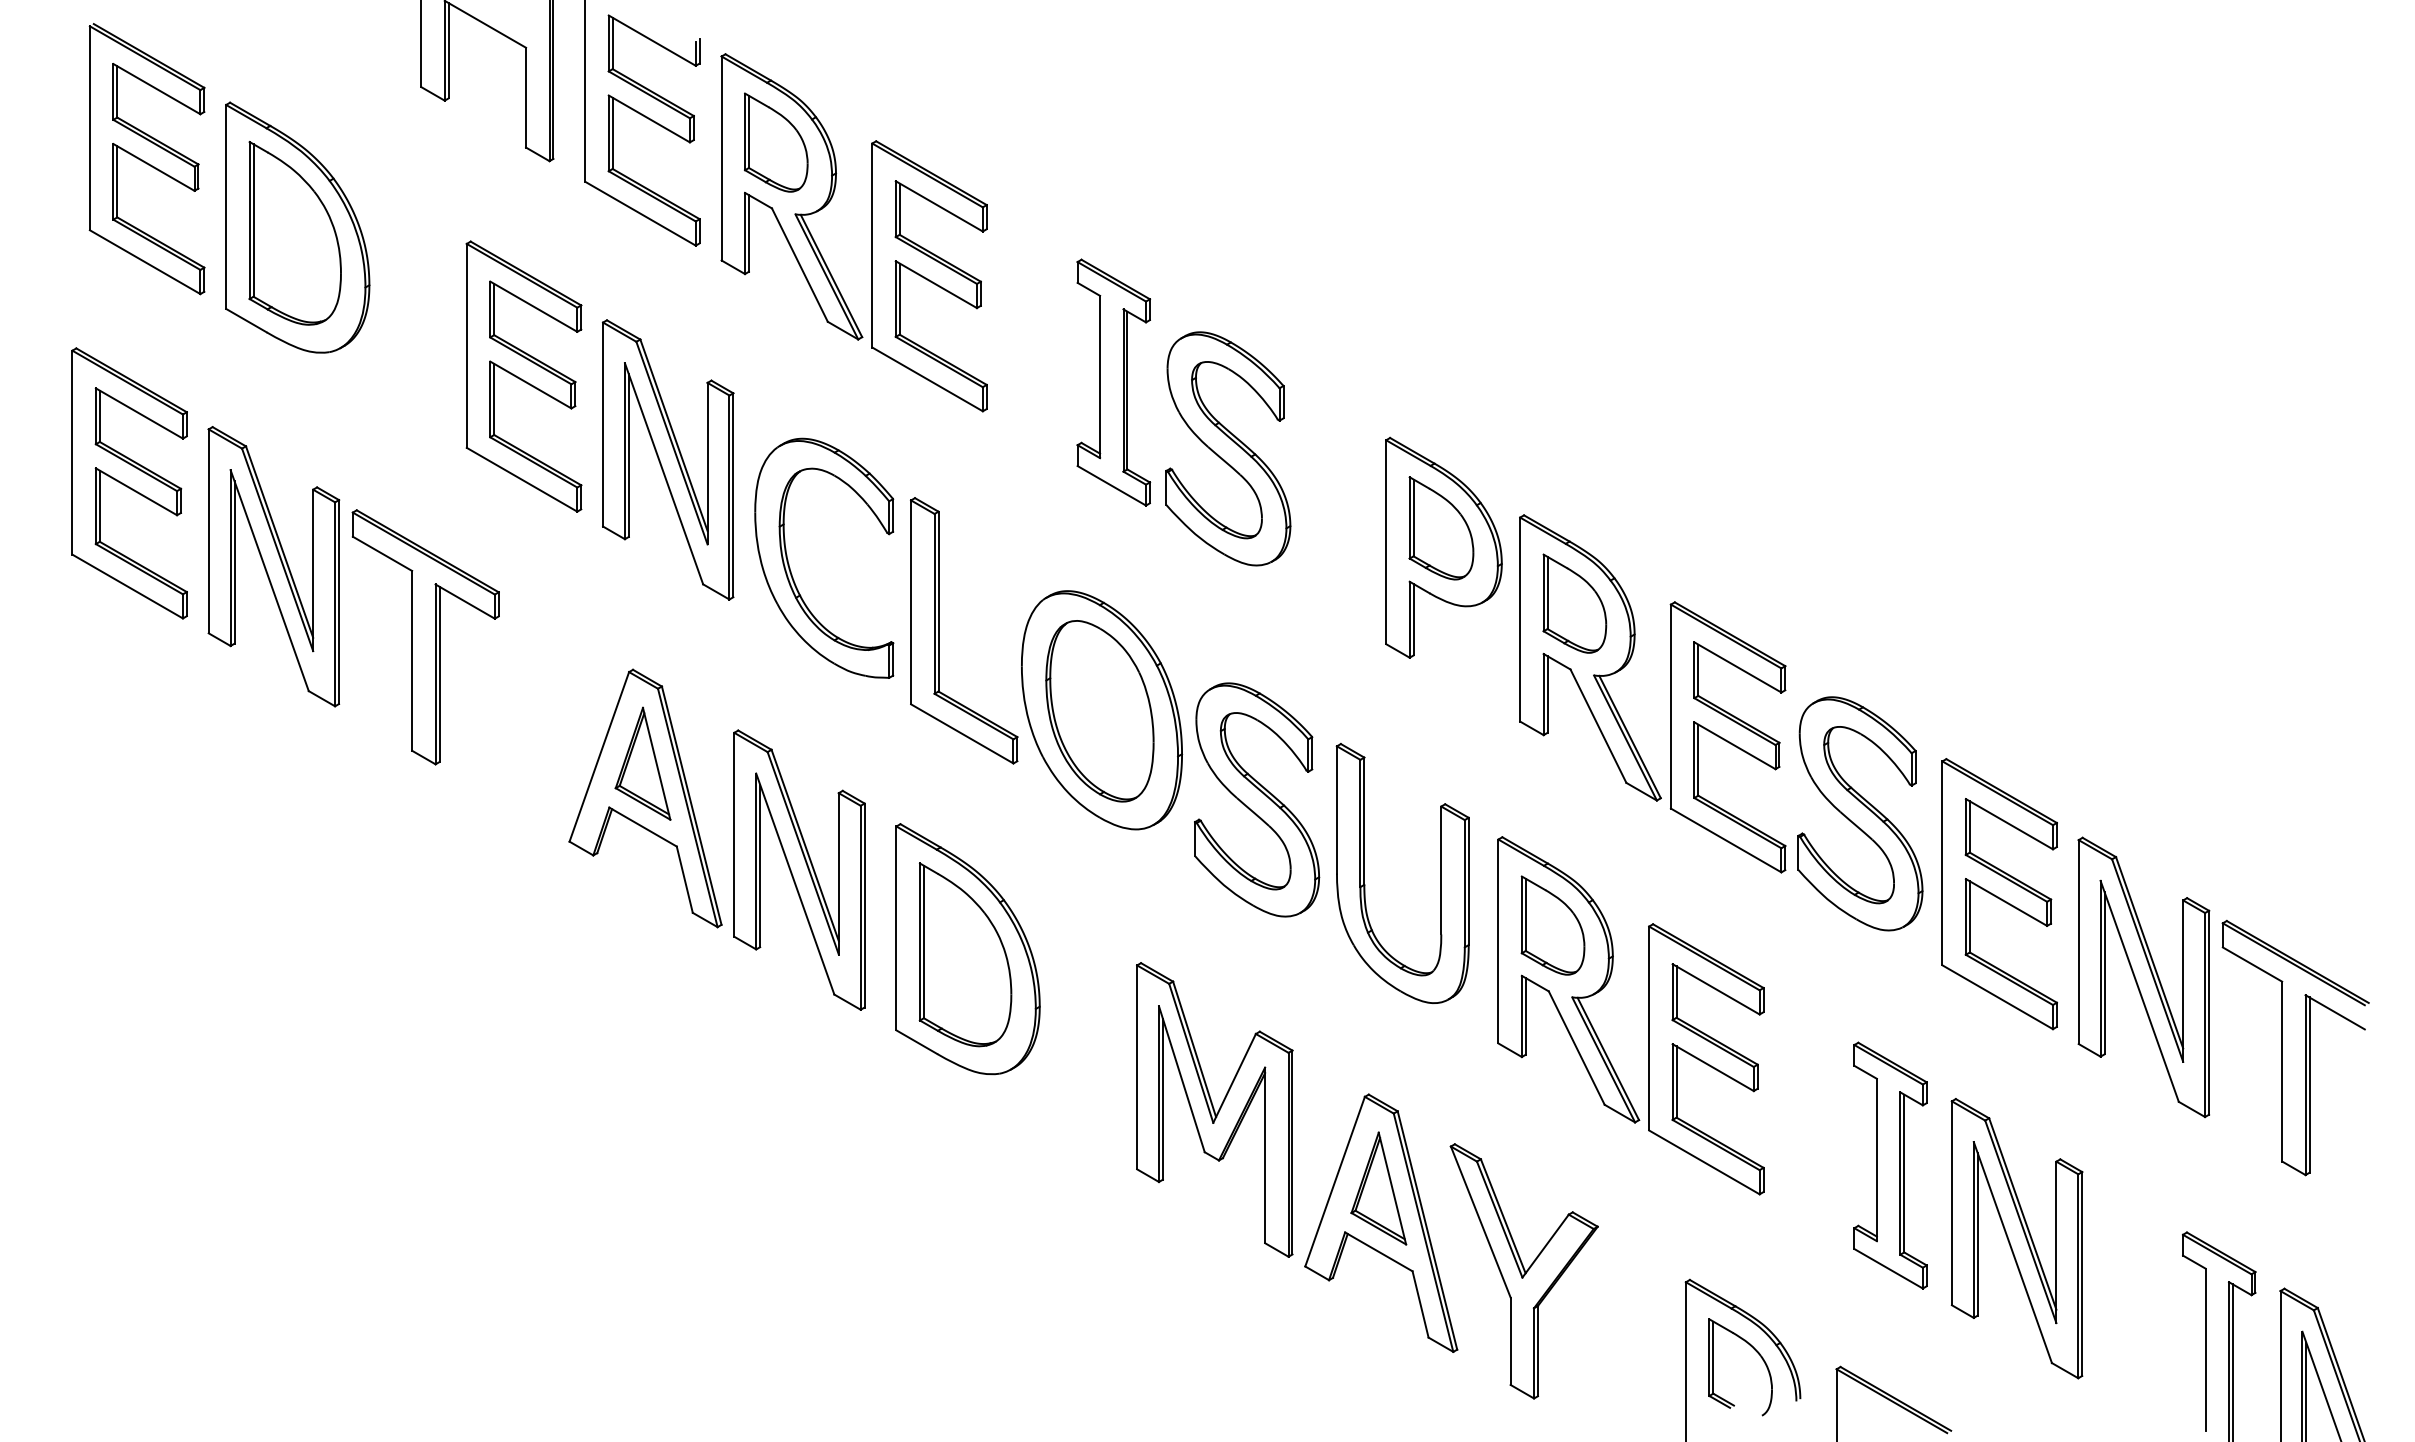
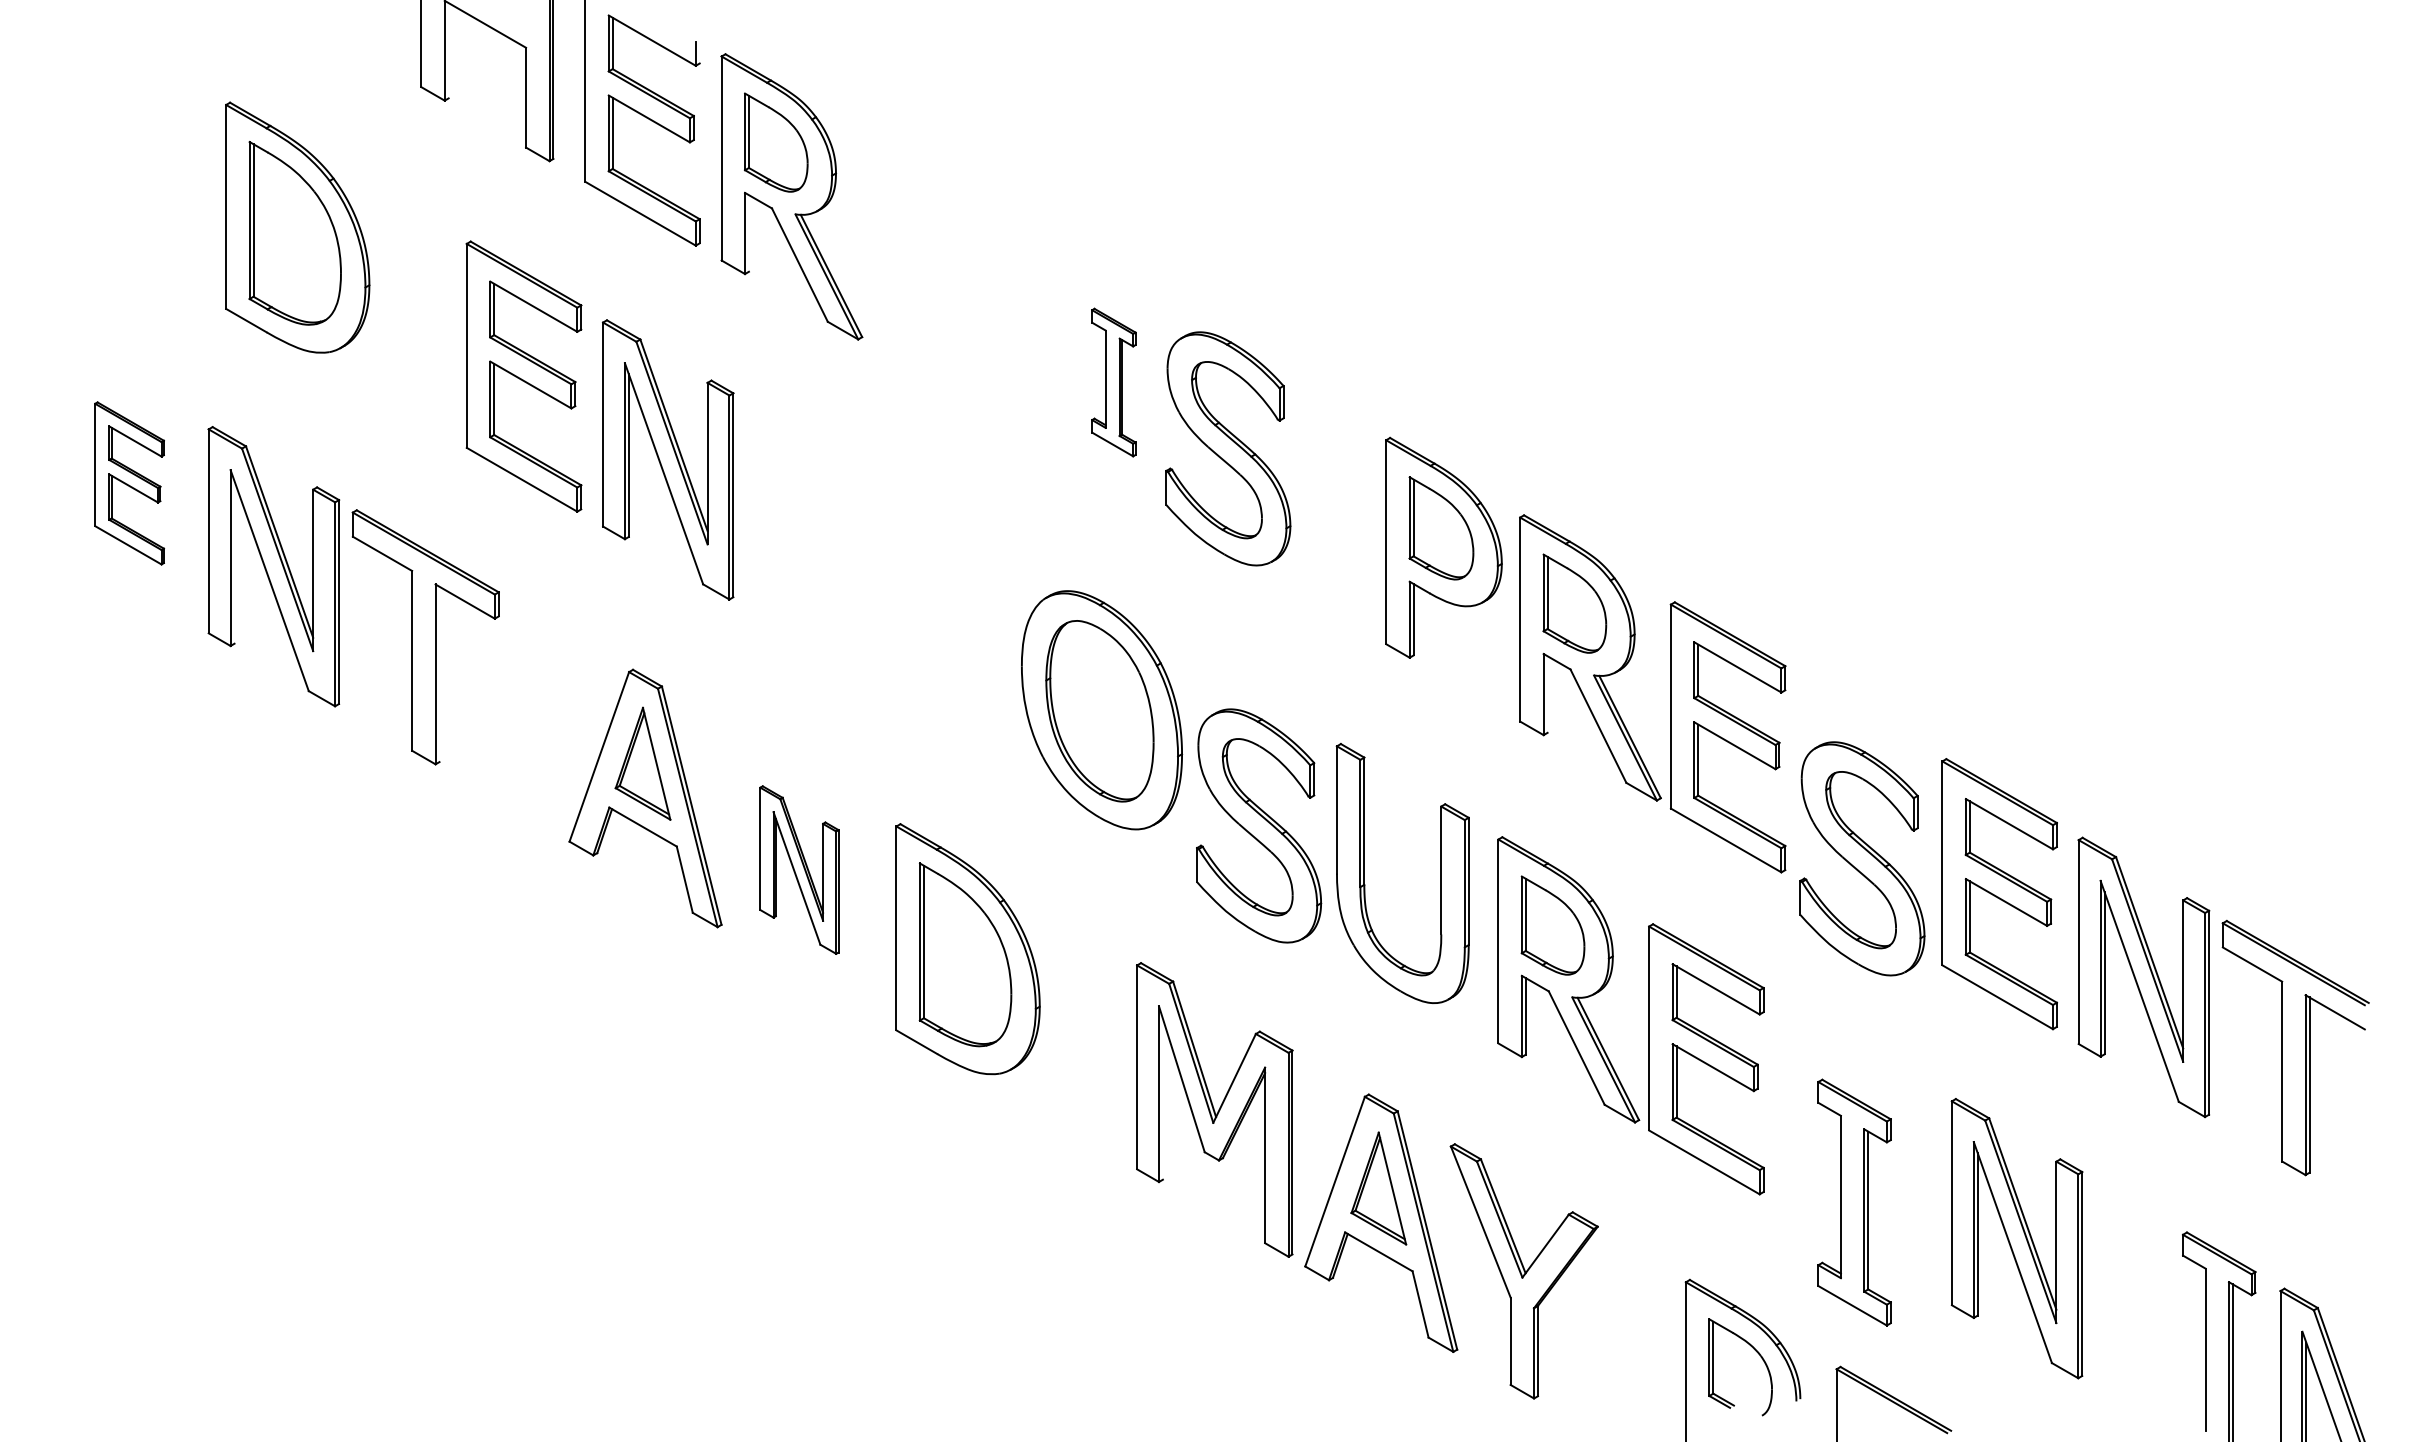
line at (448, 50): present -> none
line at (699, 51): present -> none
part at (146, 159): present -> none
line at (748, 233): present -> none
part at (929, 276): present -> none
part at (1113, 382) size: 76x249 px -> 46x151 px
part at (129, 483) size: 117x273 px -> 72x165 px
line at (234, 562): present -> none
part at (790, 567): present -> none
part at (939, 630): present -> none
line at (439, 674): present -> none
line at (1547, 694): present -> none
part at (1257, 799) position: (1257, 799) -> (1259, 825)
part at (1860, 813) position: (1860, 813) -> (1862, 858)
part at (799, 869) size: 133x282 px -> 81x170 px
line at (1162, 1098): present -> none
part at (1890, 1165) position: (1890, 1165) -> (1854, 1202)
